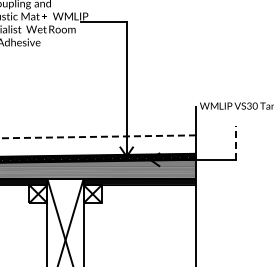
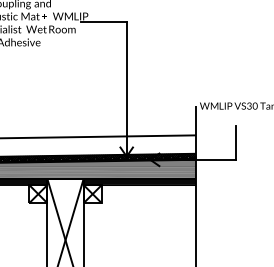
line at (98, 136): dashed -> solid
line at (236, 143): dashed -> solid
